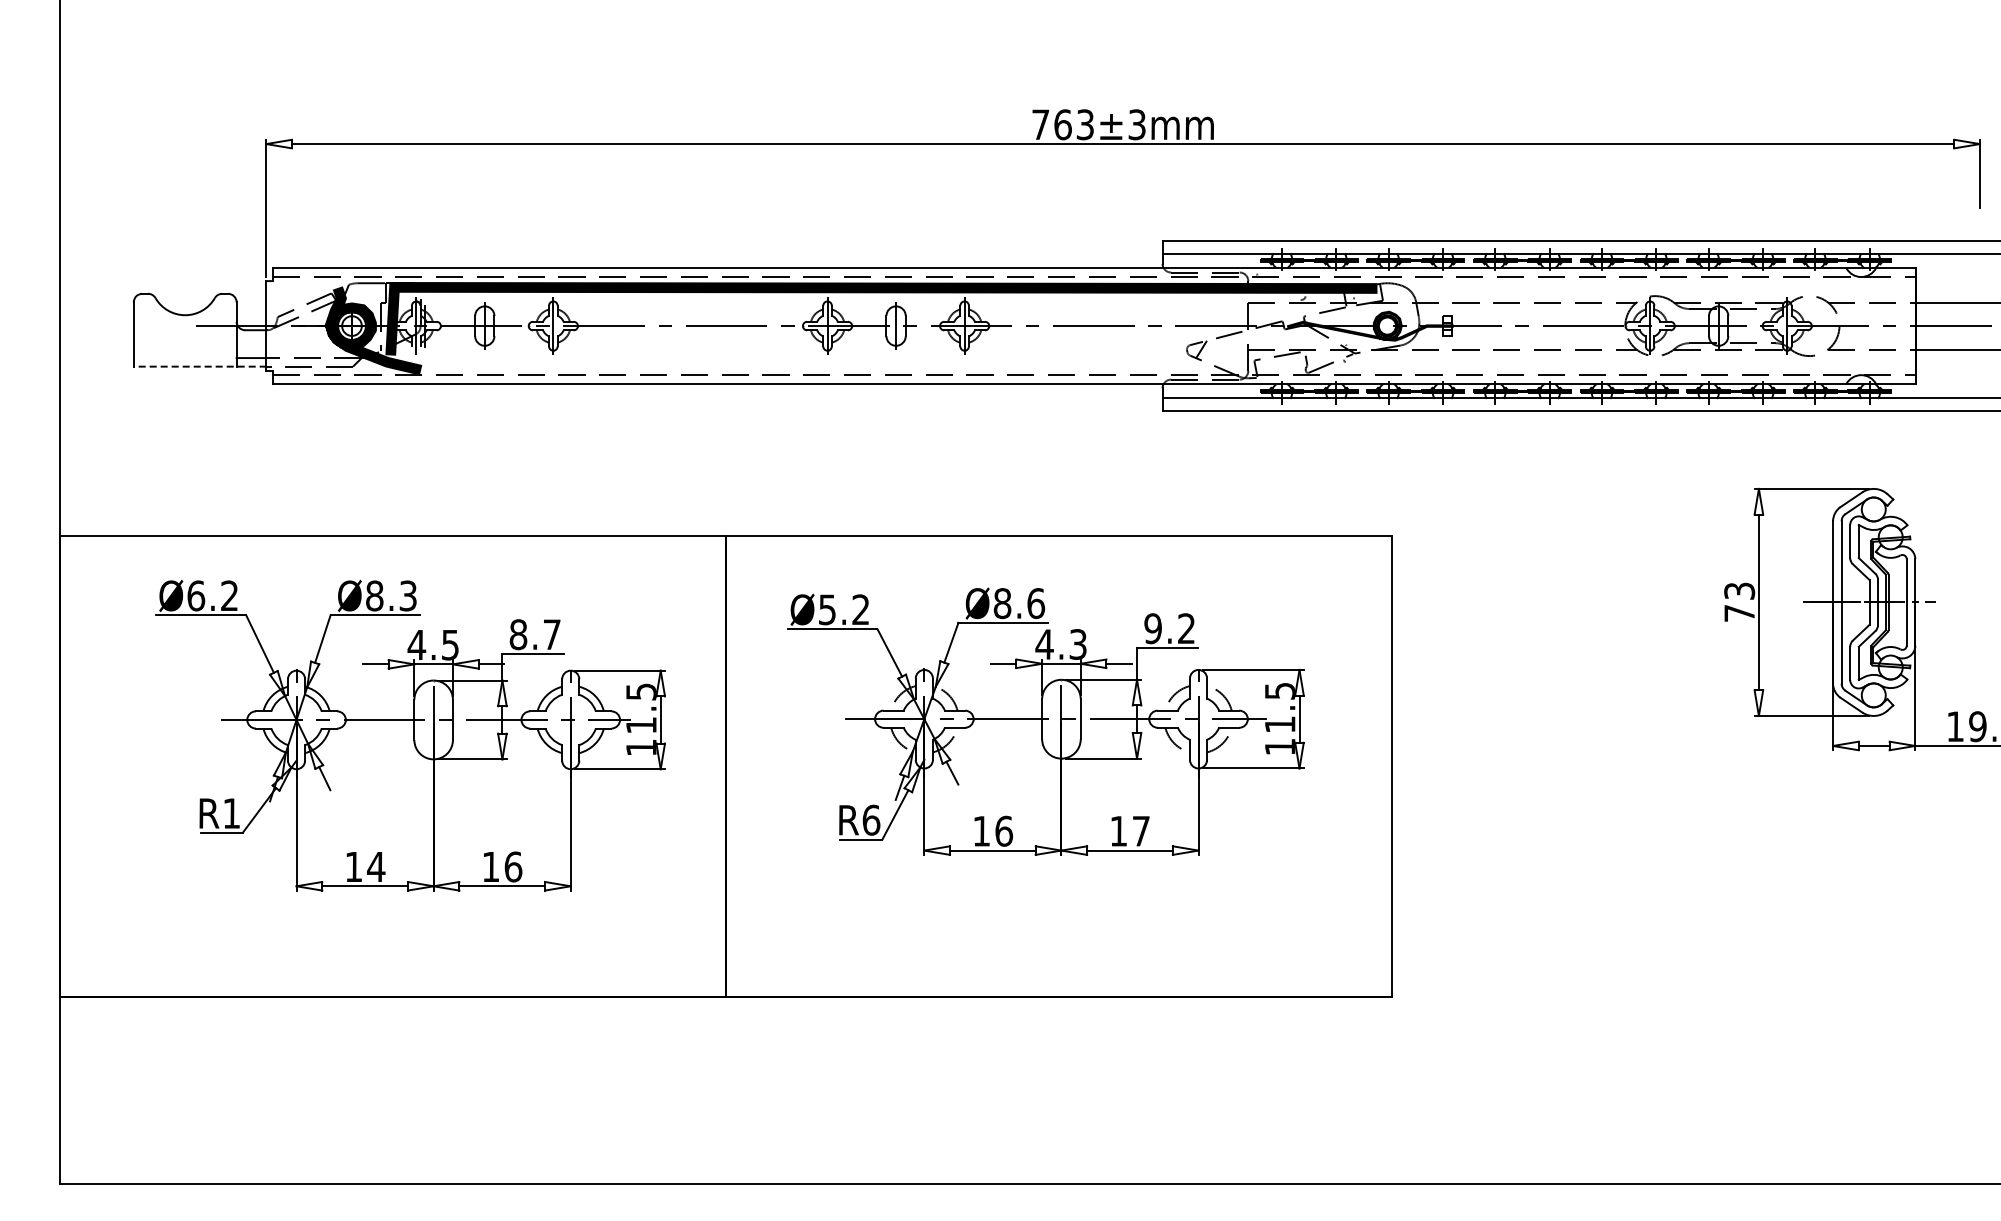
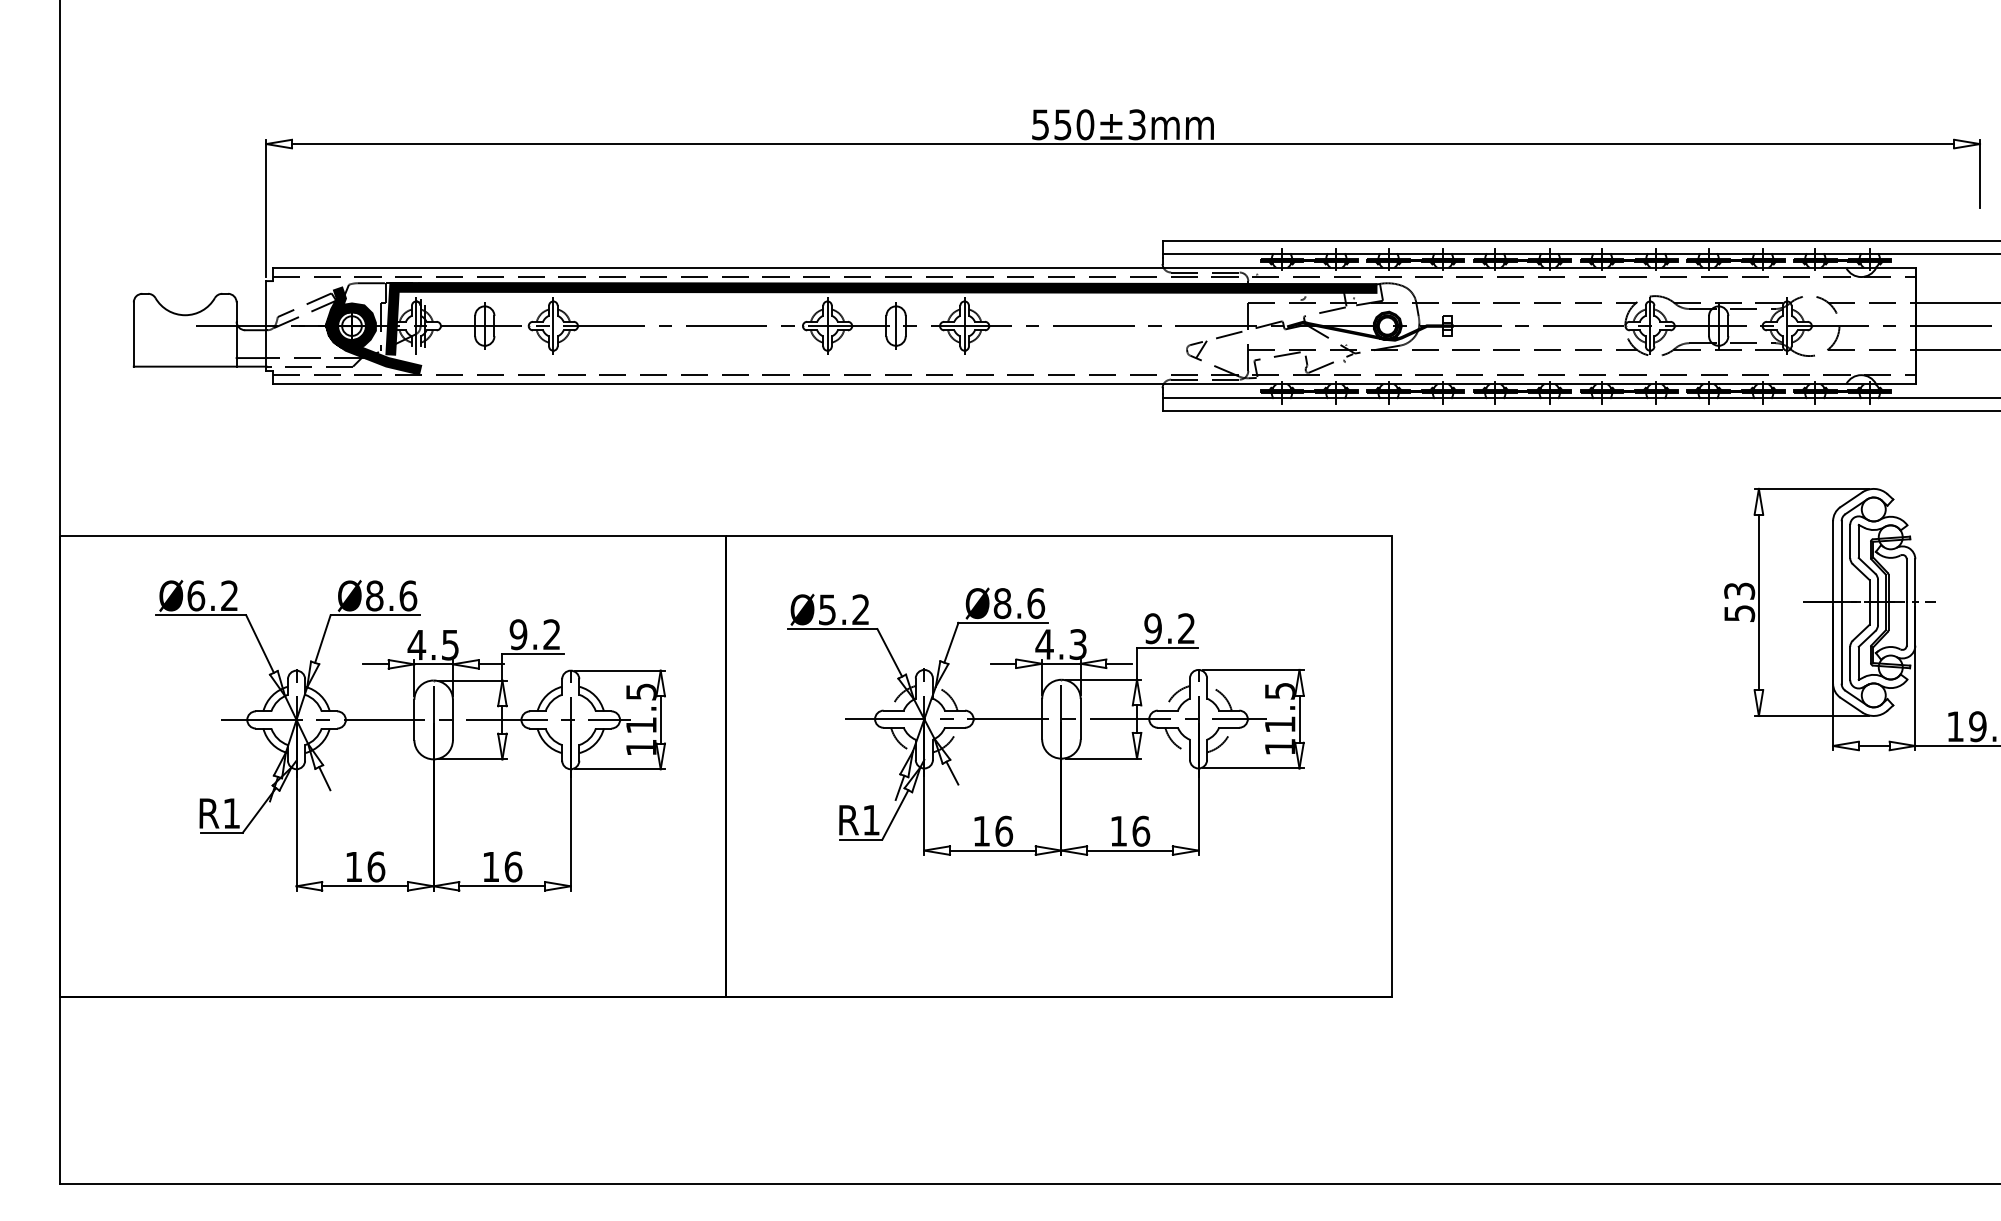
text at (1063, 124): 763±3mm -> 550±3mm
line at (199, 366): dashed -> solid
text at (408, 595): Ø8.3 -> Ø8.6
text at (1739, 613): 73 -> 53
text at (534, 634): 8.7 -> 9.2
text at (871, 819): R6 -> R1
text at (1141, 830): 17 -> 16
text at (376, 866): 14 -> 16
